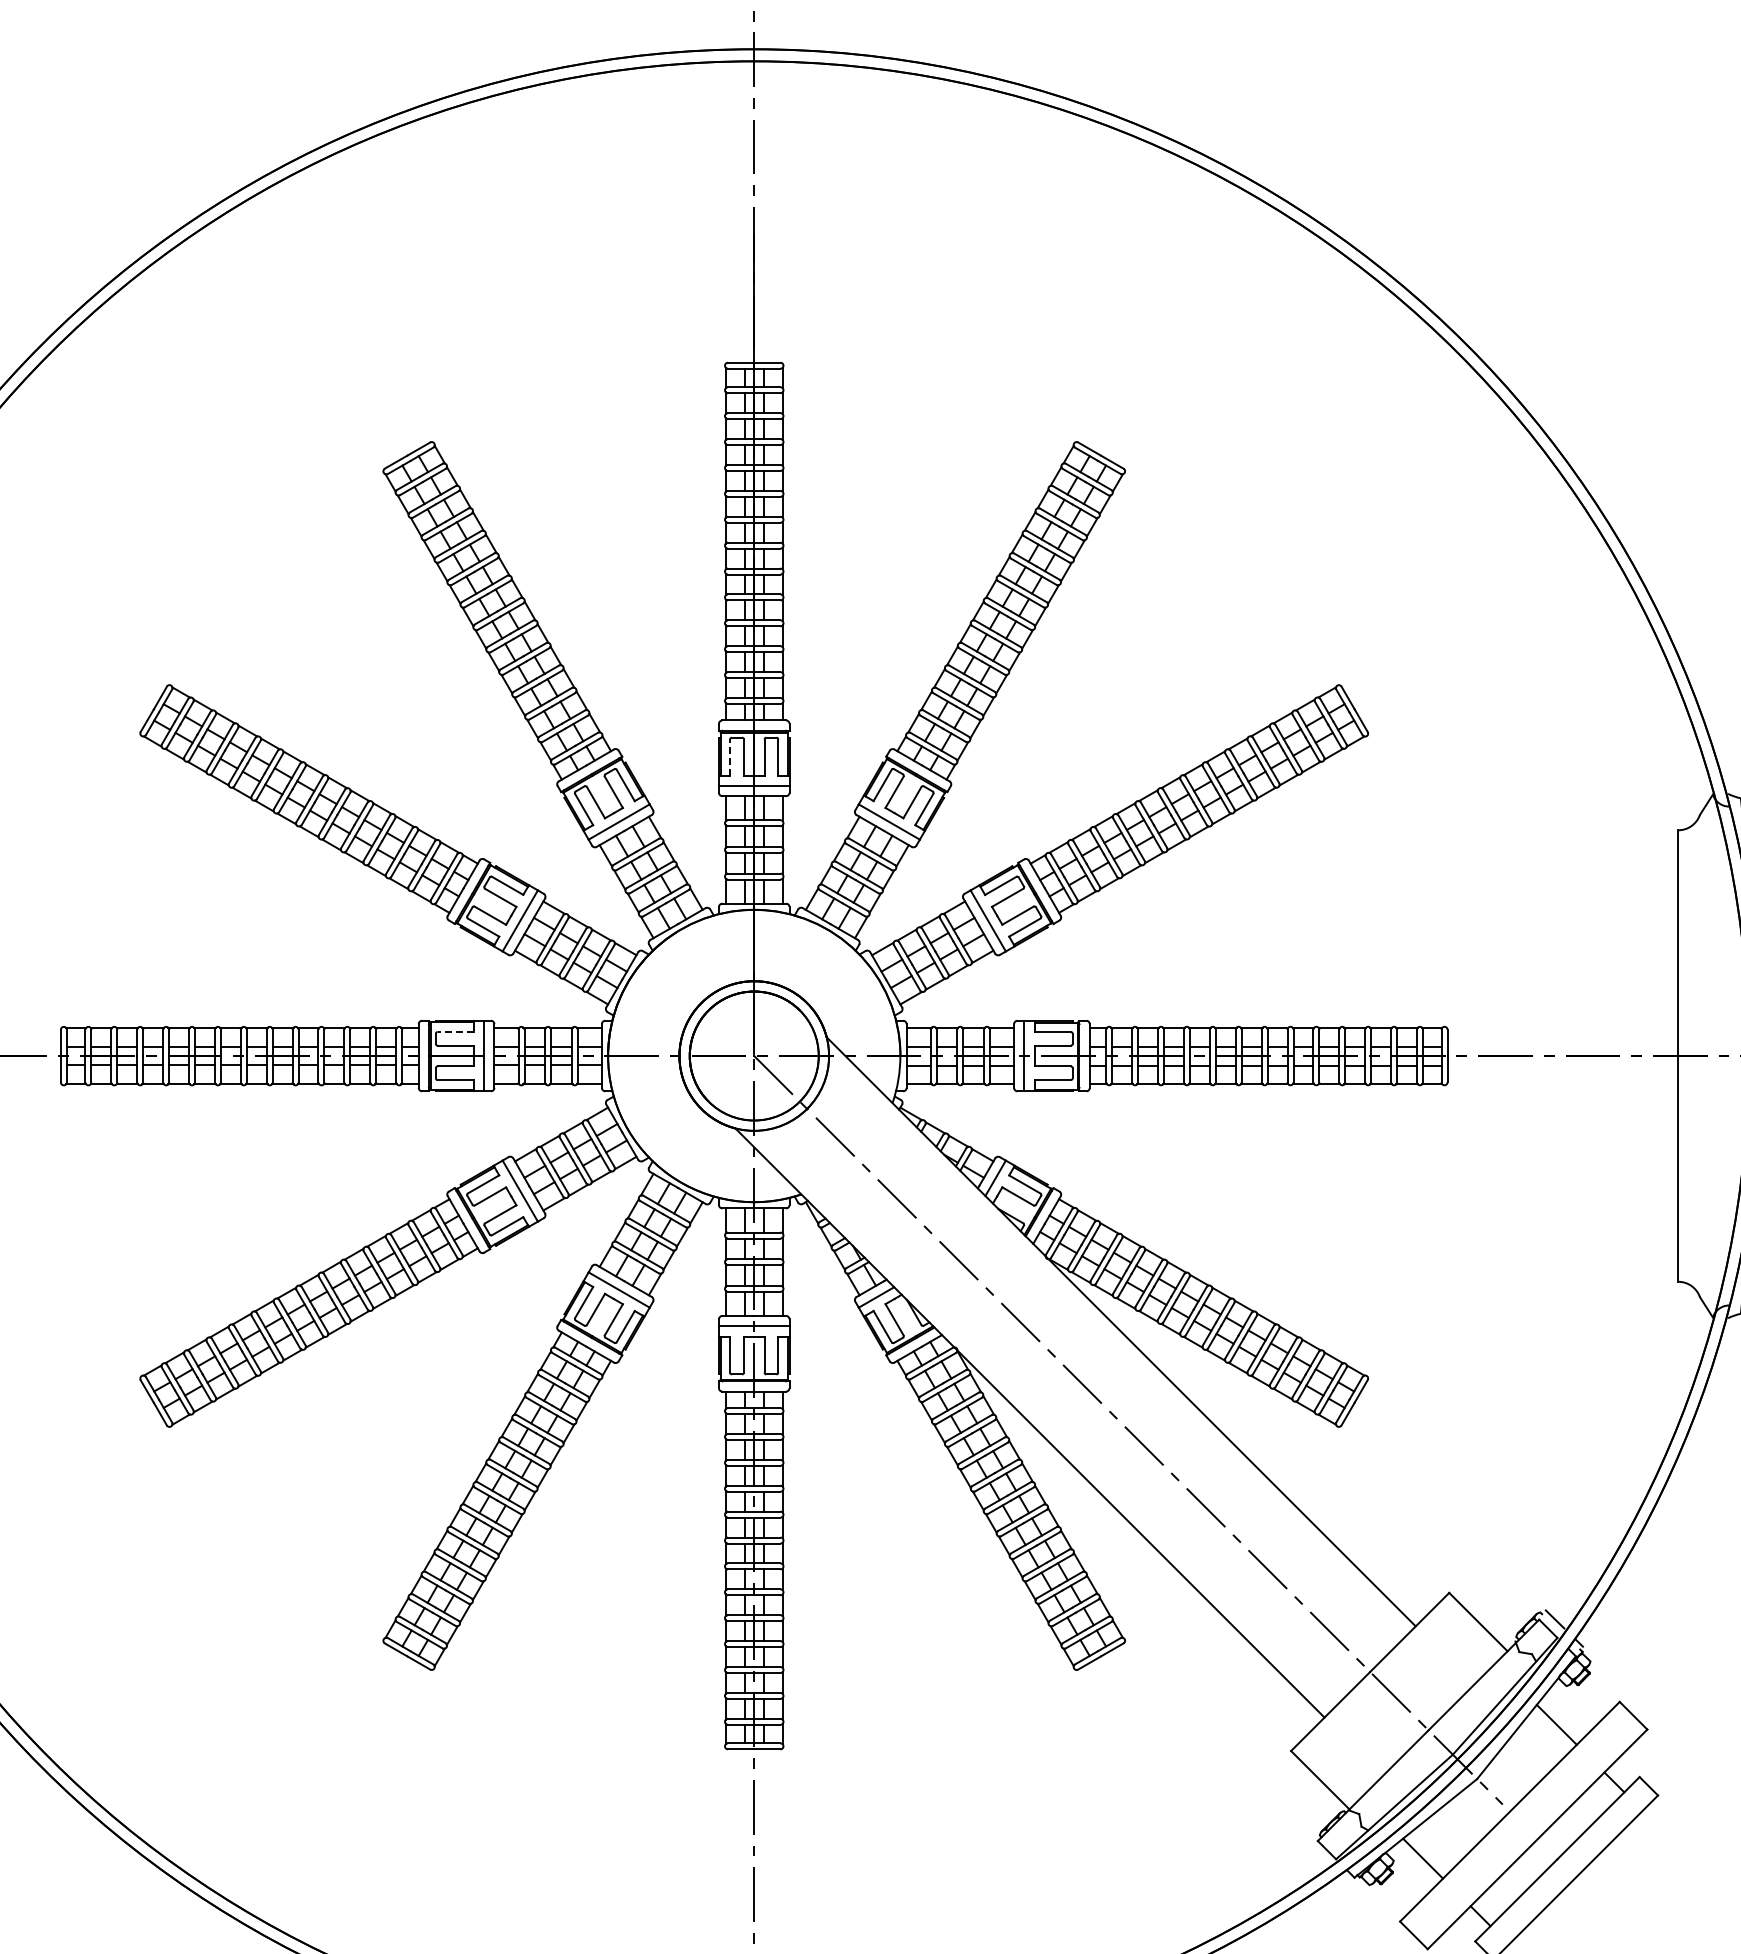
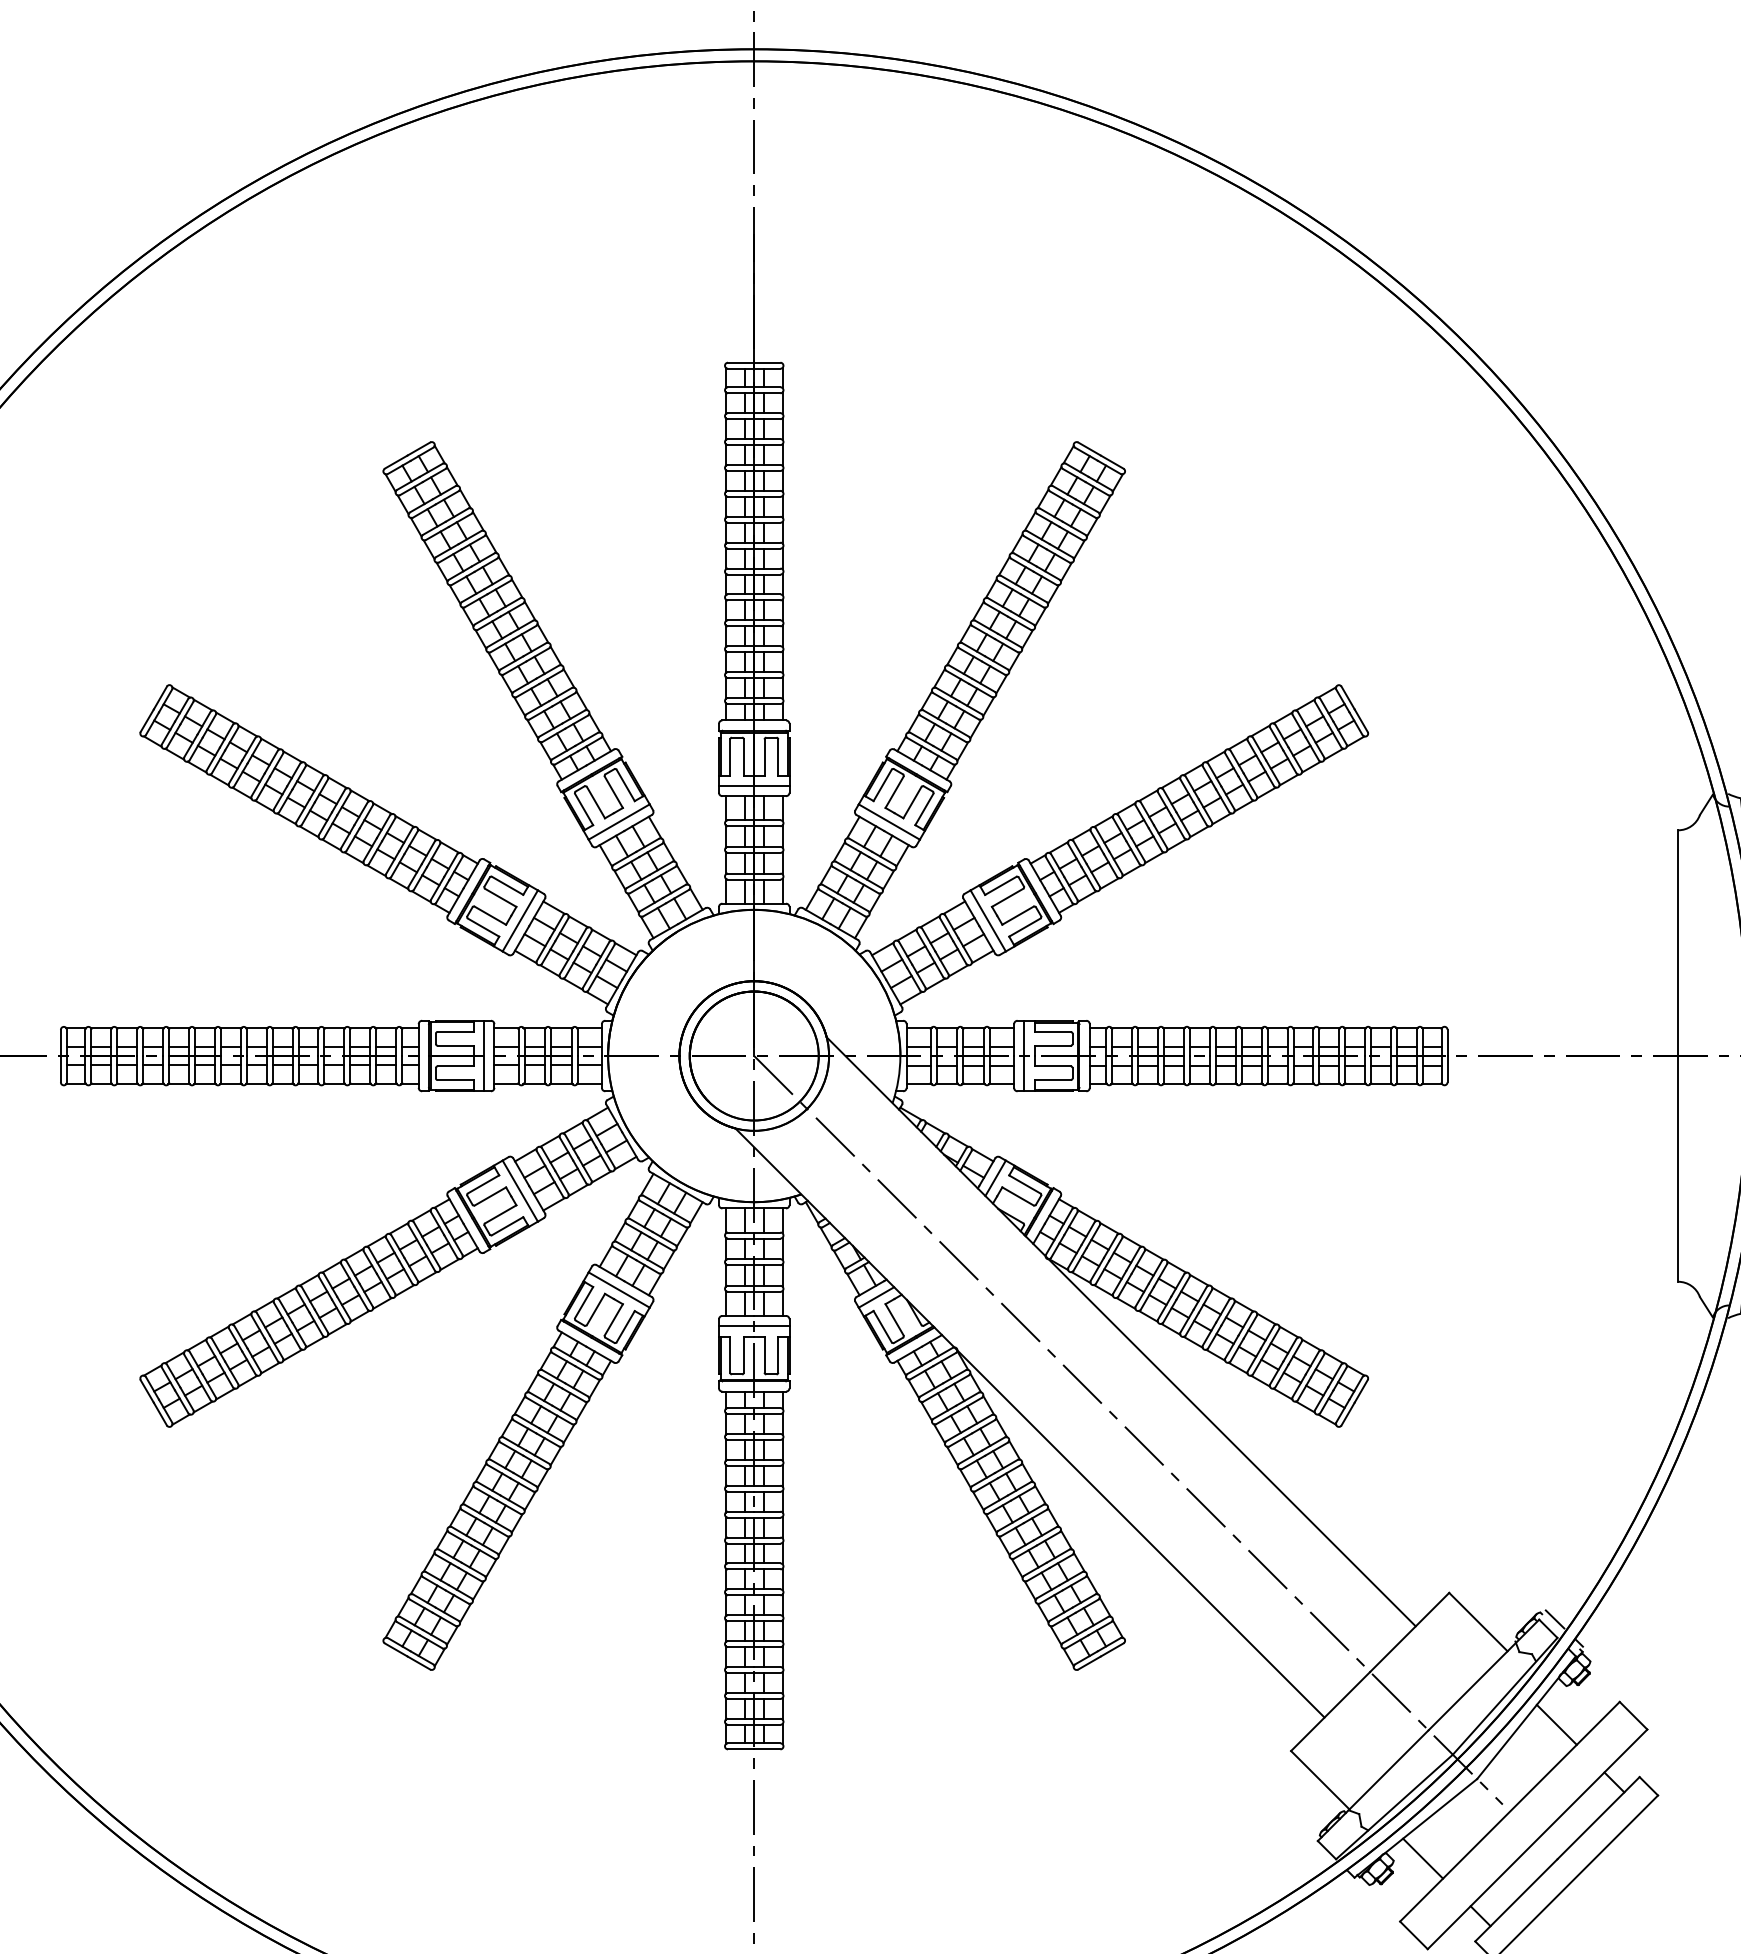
line at (730, 756): dashed -> solid
line at (455, 1031): dashed -> solid
